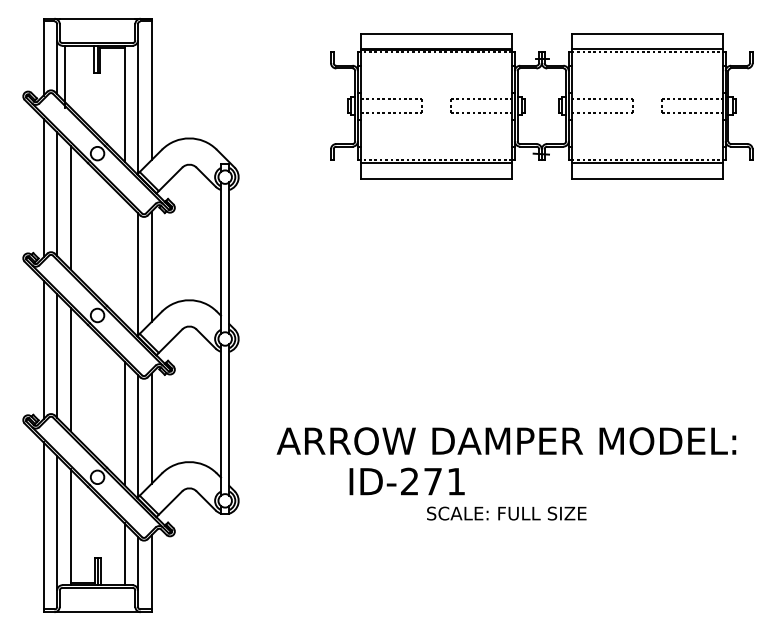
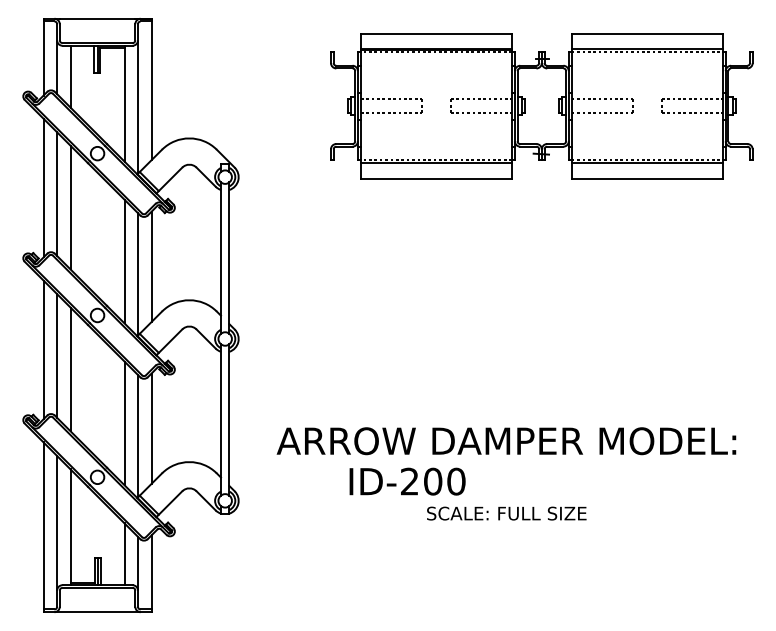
line at (64, 76) position: (64, 76) -> (70, 76)
line at (124, 261): none -> present
text at (444, 481): ID-271 -> ID-200
